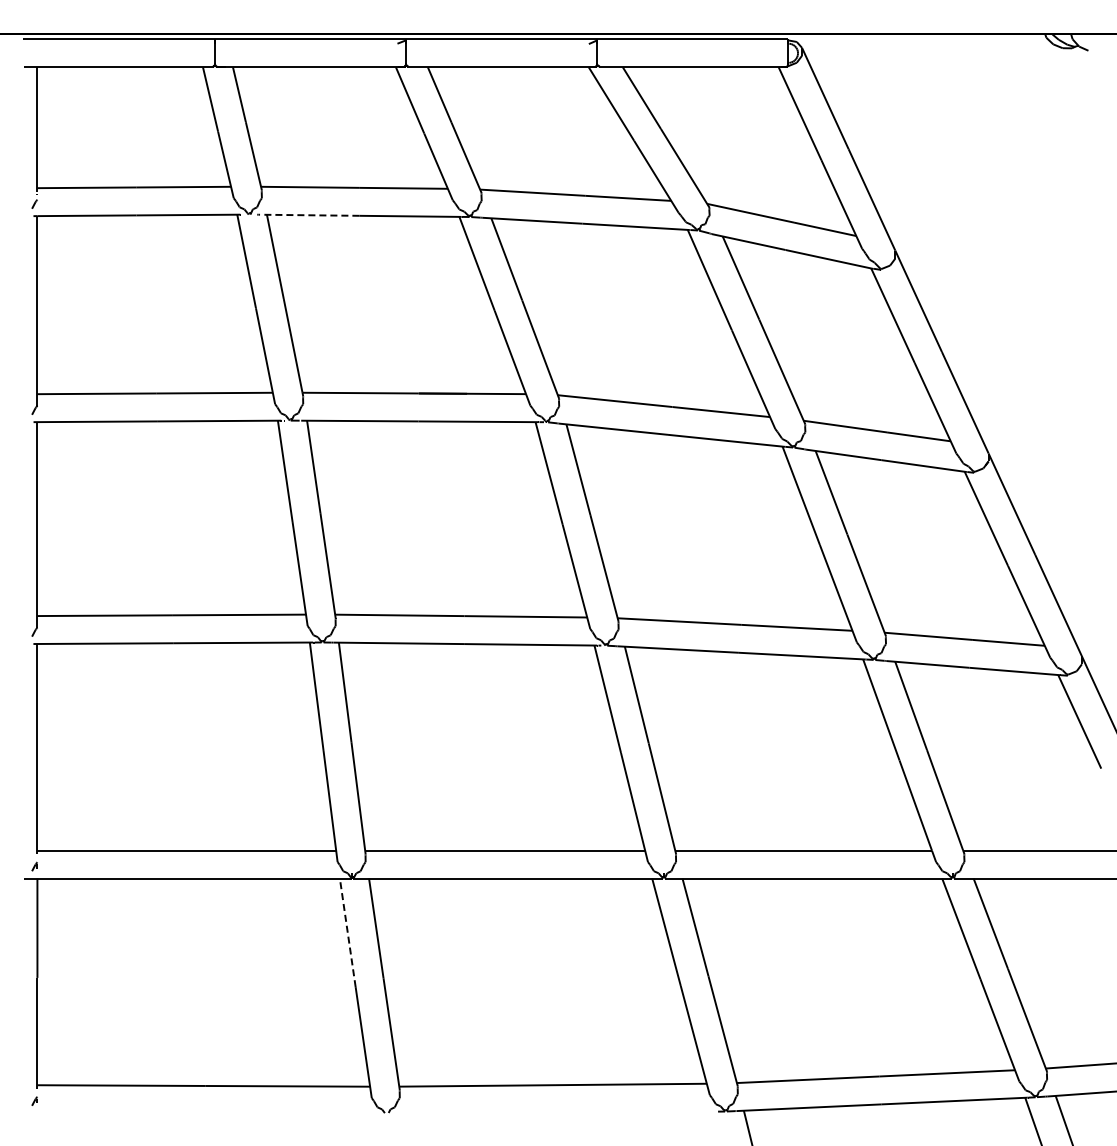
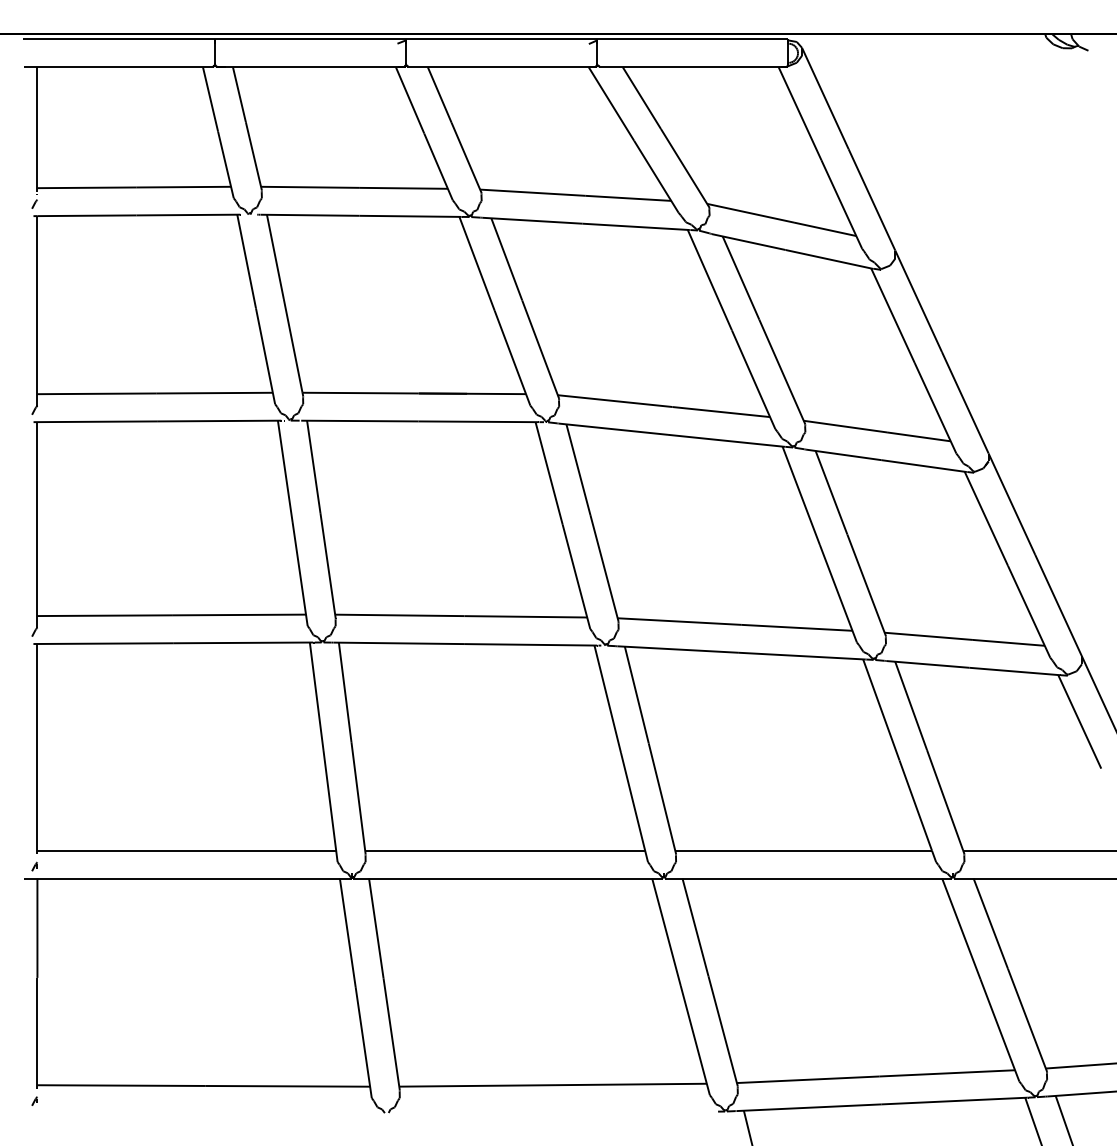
line at (309, 215): dashed -> solid
line at (347, 932): dashed -> solid
